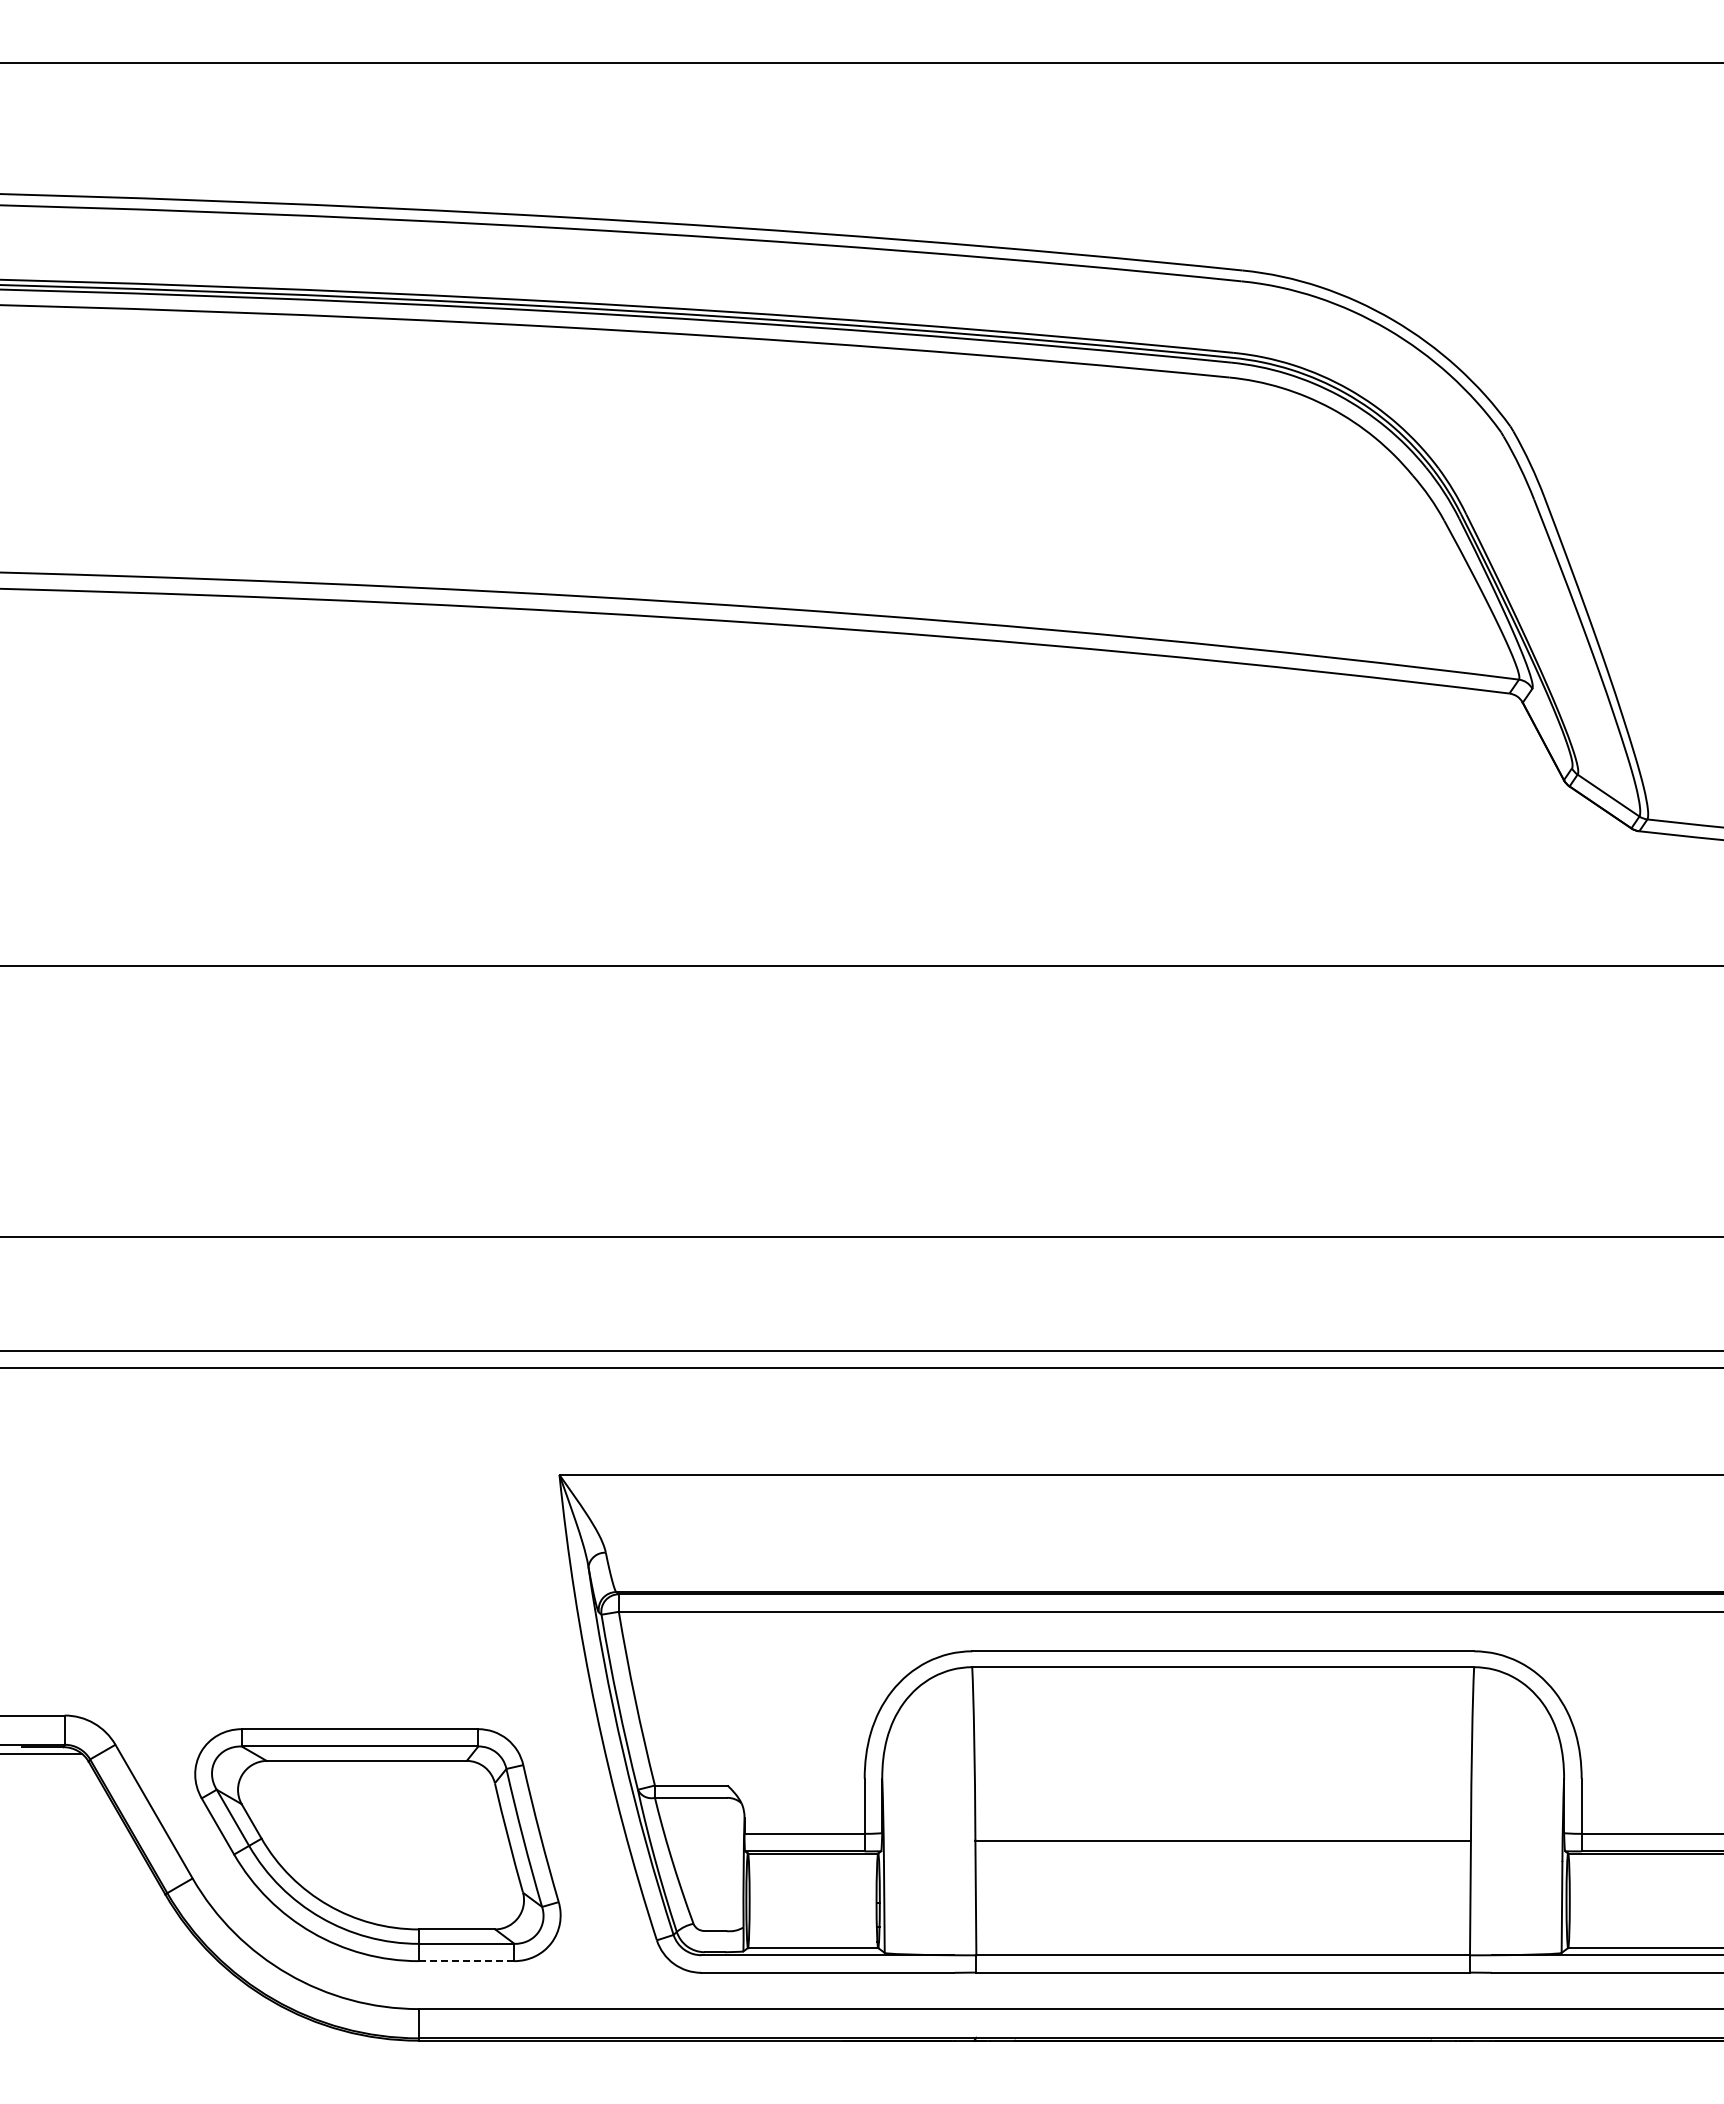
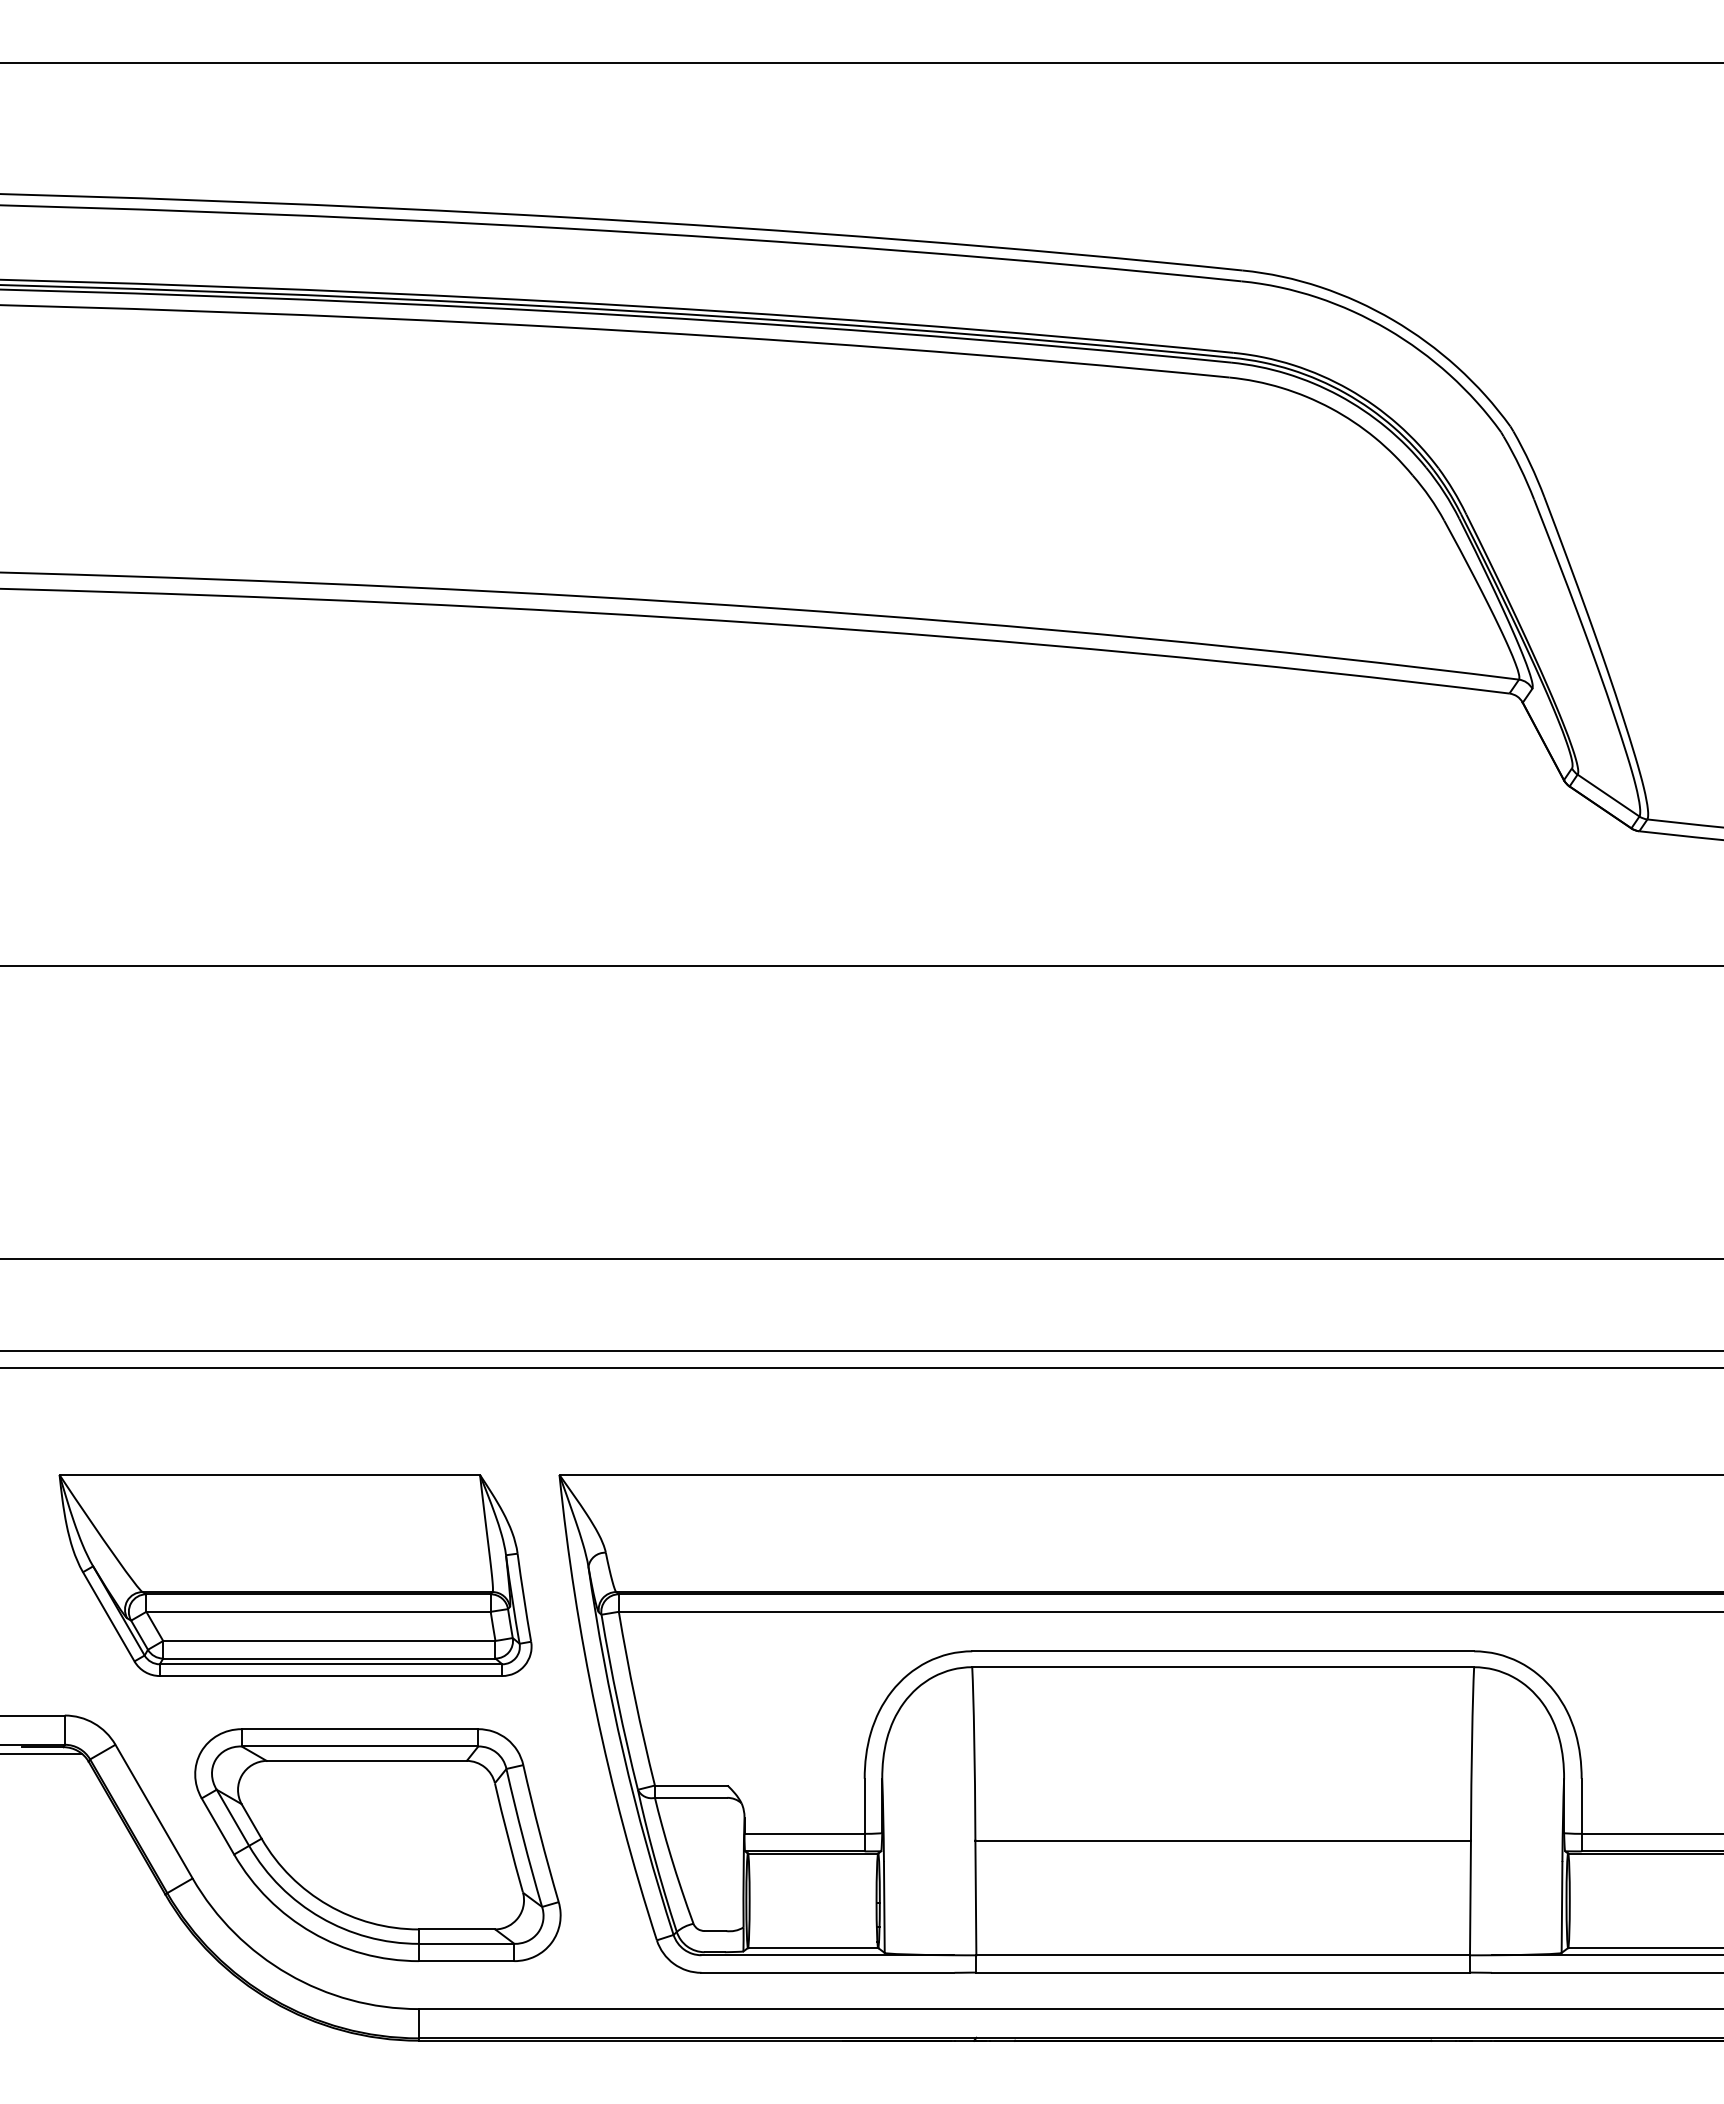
line at (861, 1237) position: (861, 1237) -> (861, 1259)
part at (295, 1575): none -> present
line at (466, 1961): dashed -> solid
